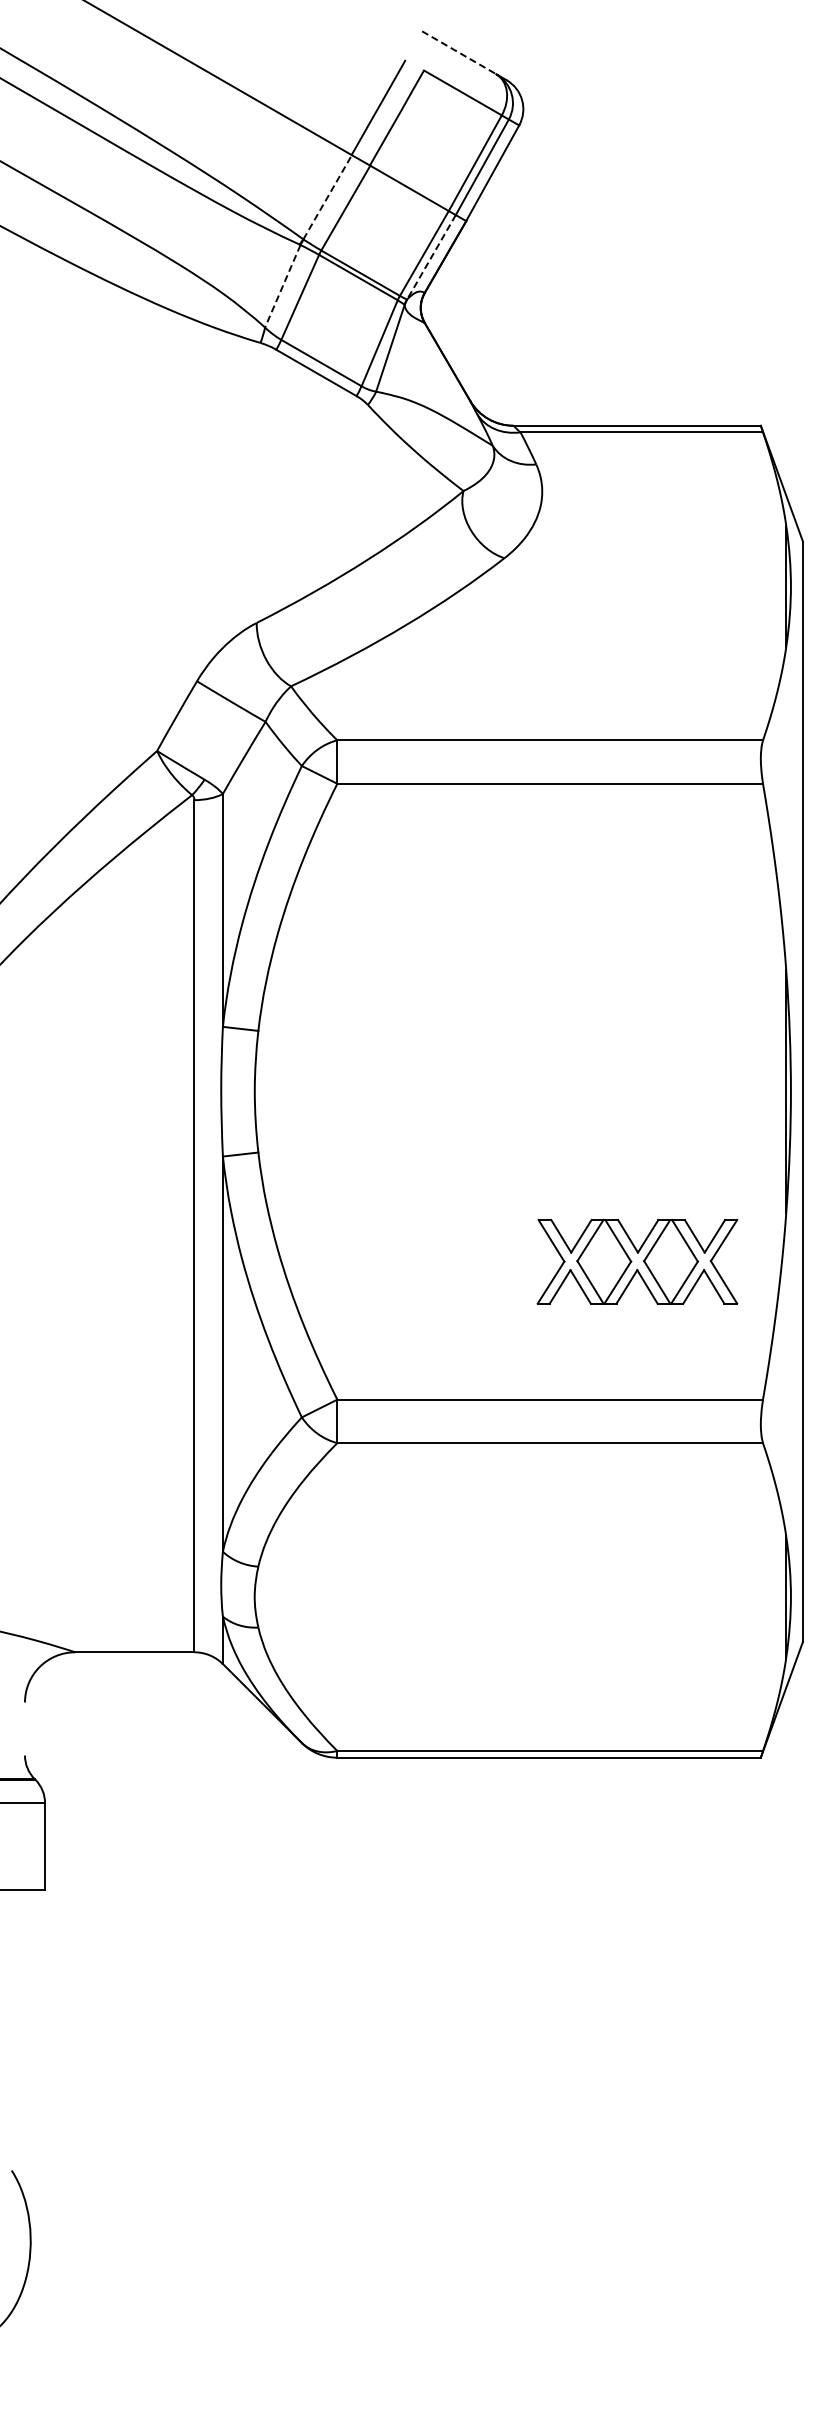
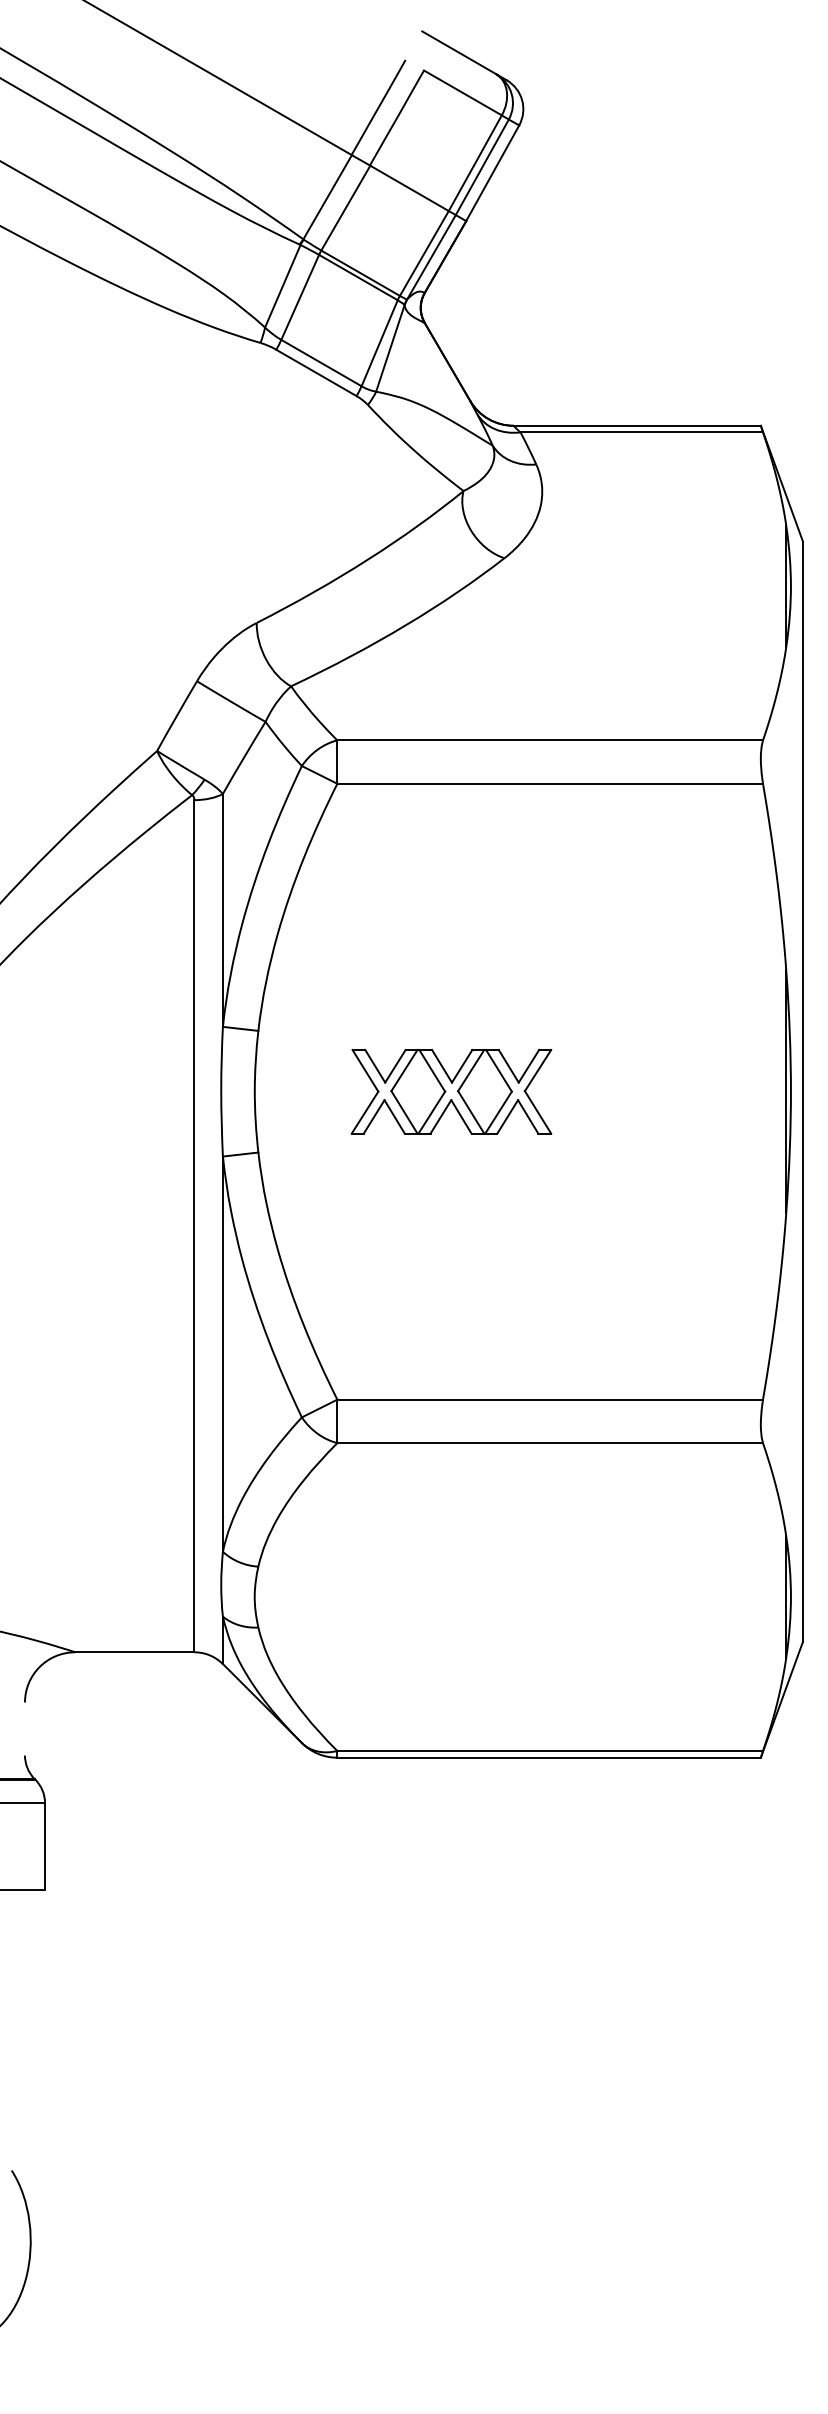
line at (459, 52): dashed -> solid
line at (327, 197): dashed -> solid
line at (431, 257): dashed -> solid
line at (282, 286): dashed -> solid
part at (637, 1261) position: (637, 1261) -> (451, 1091)
